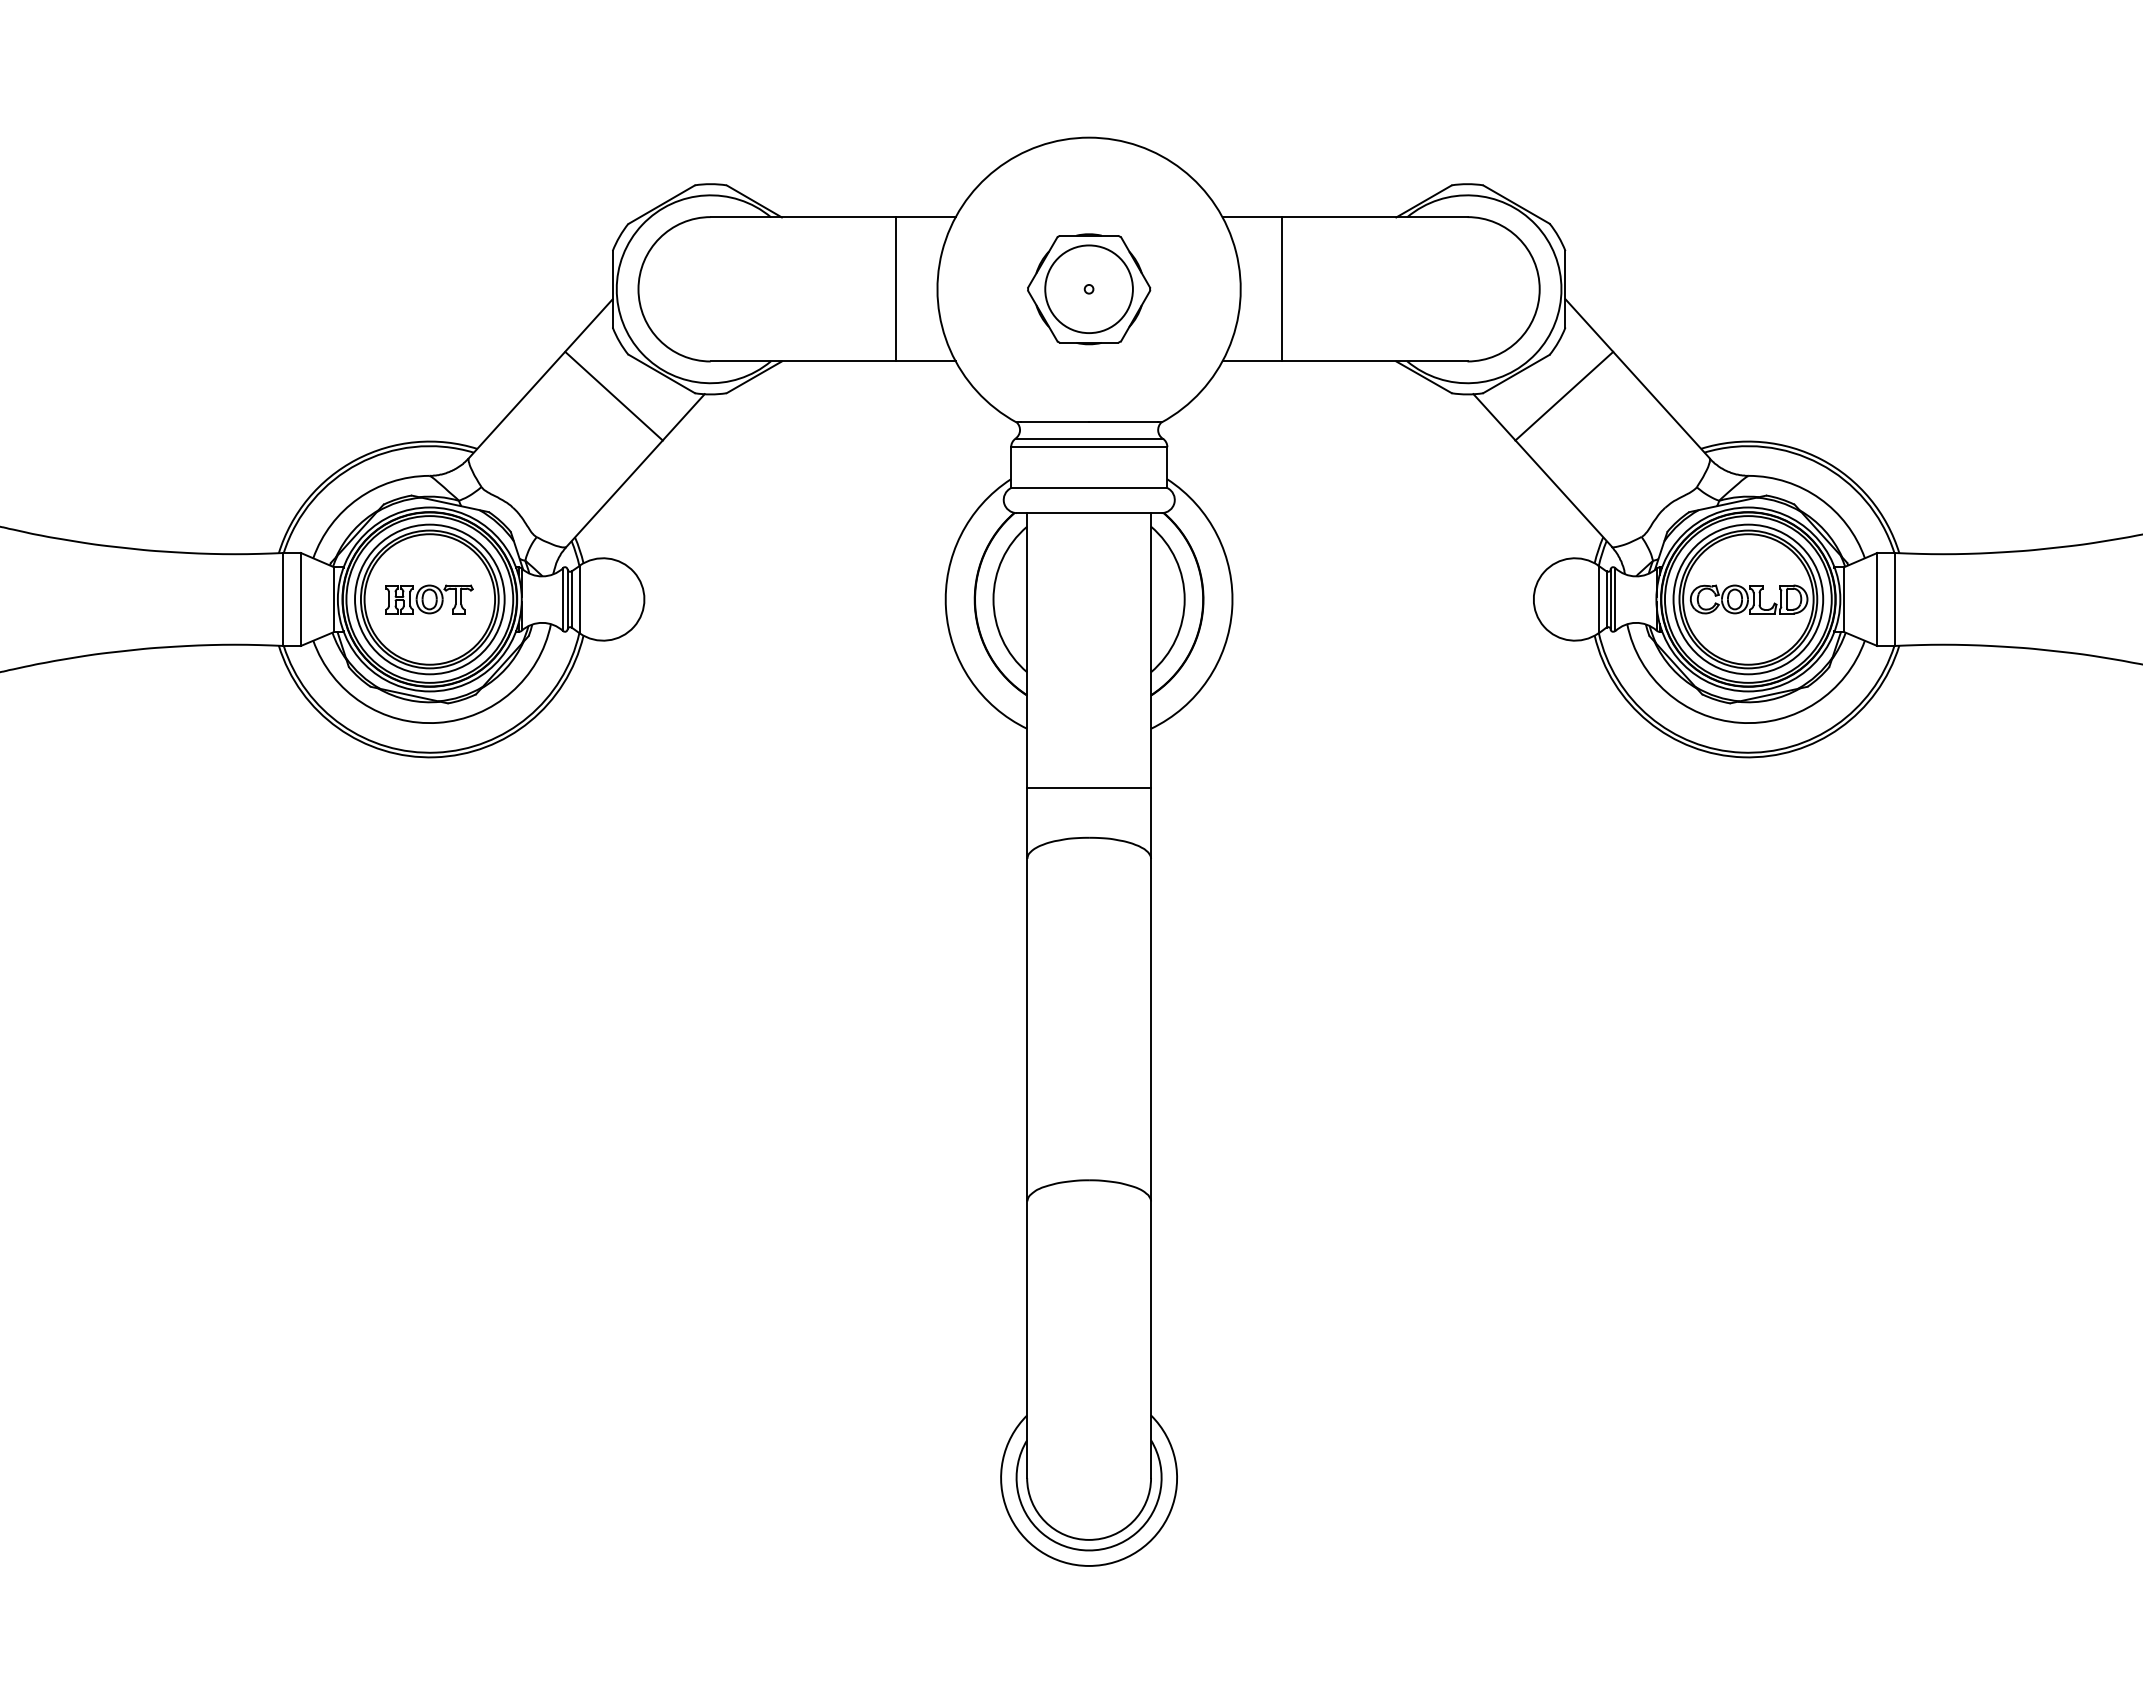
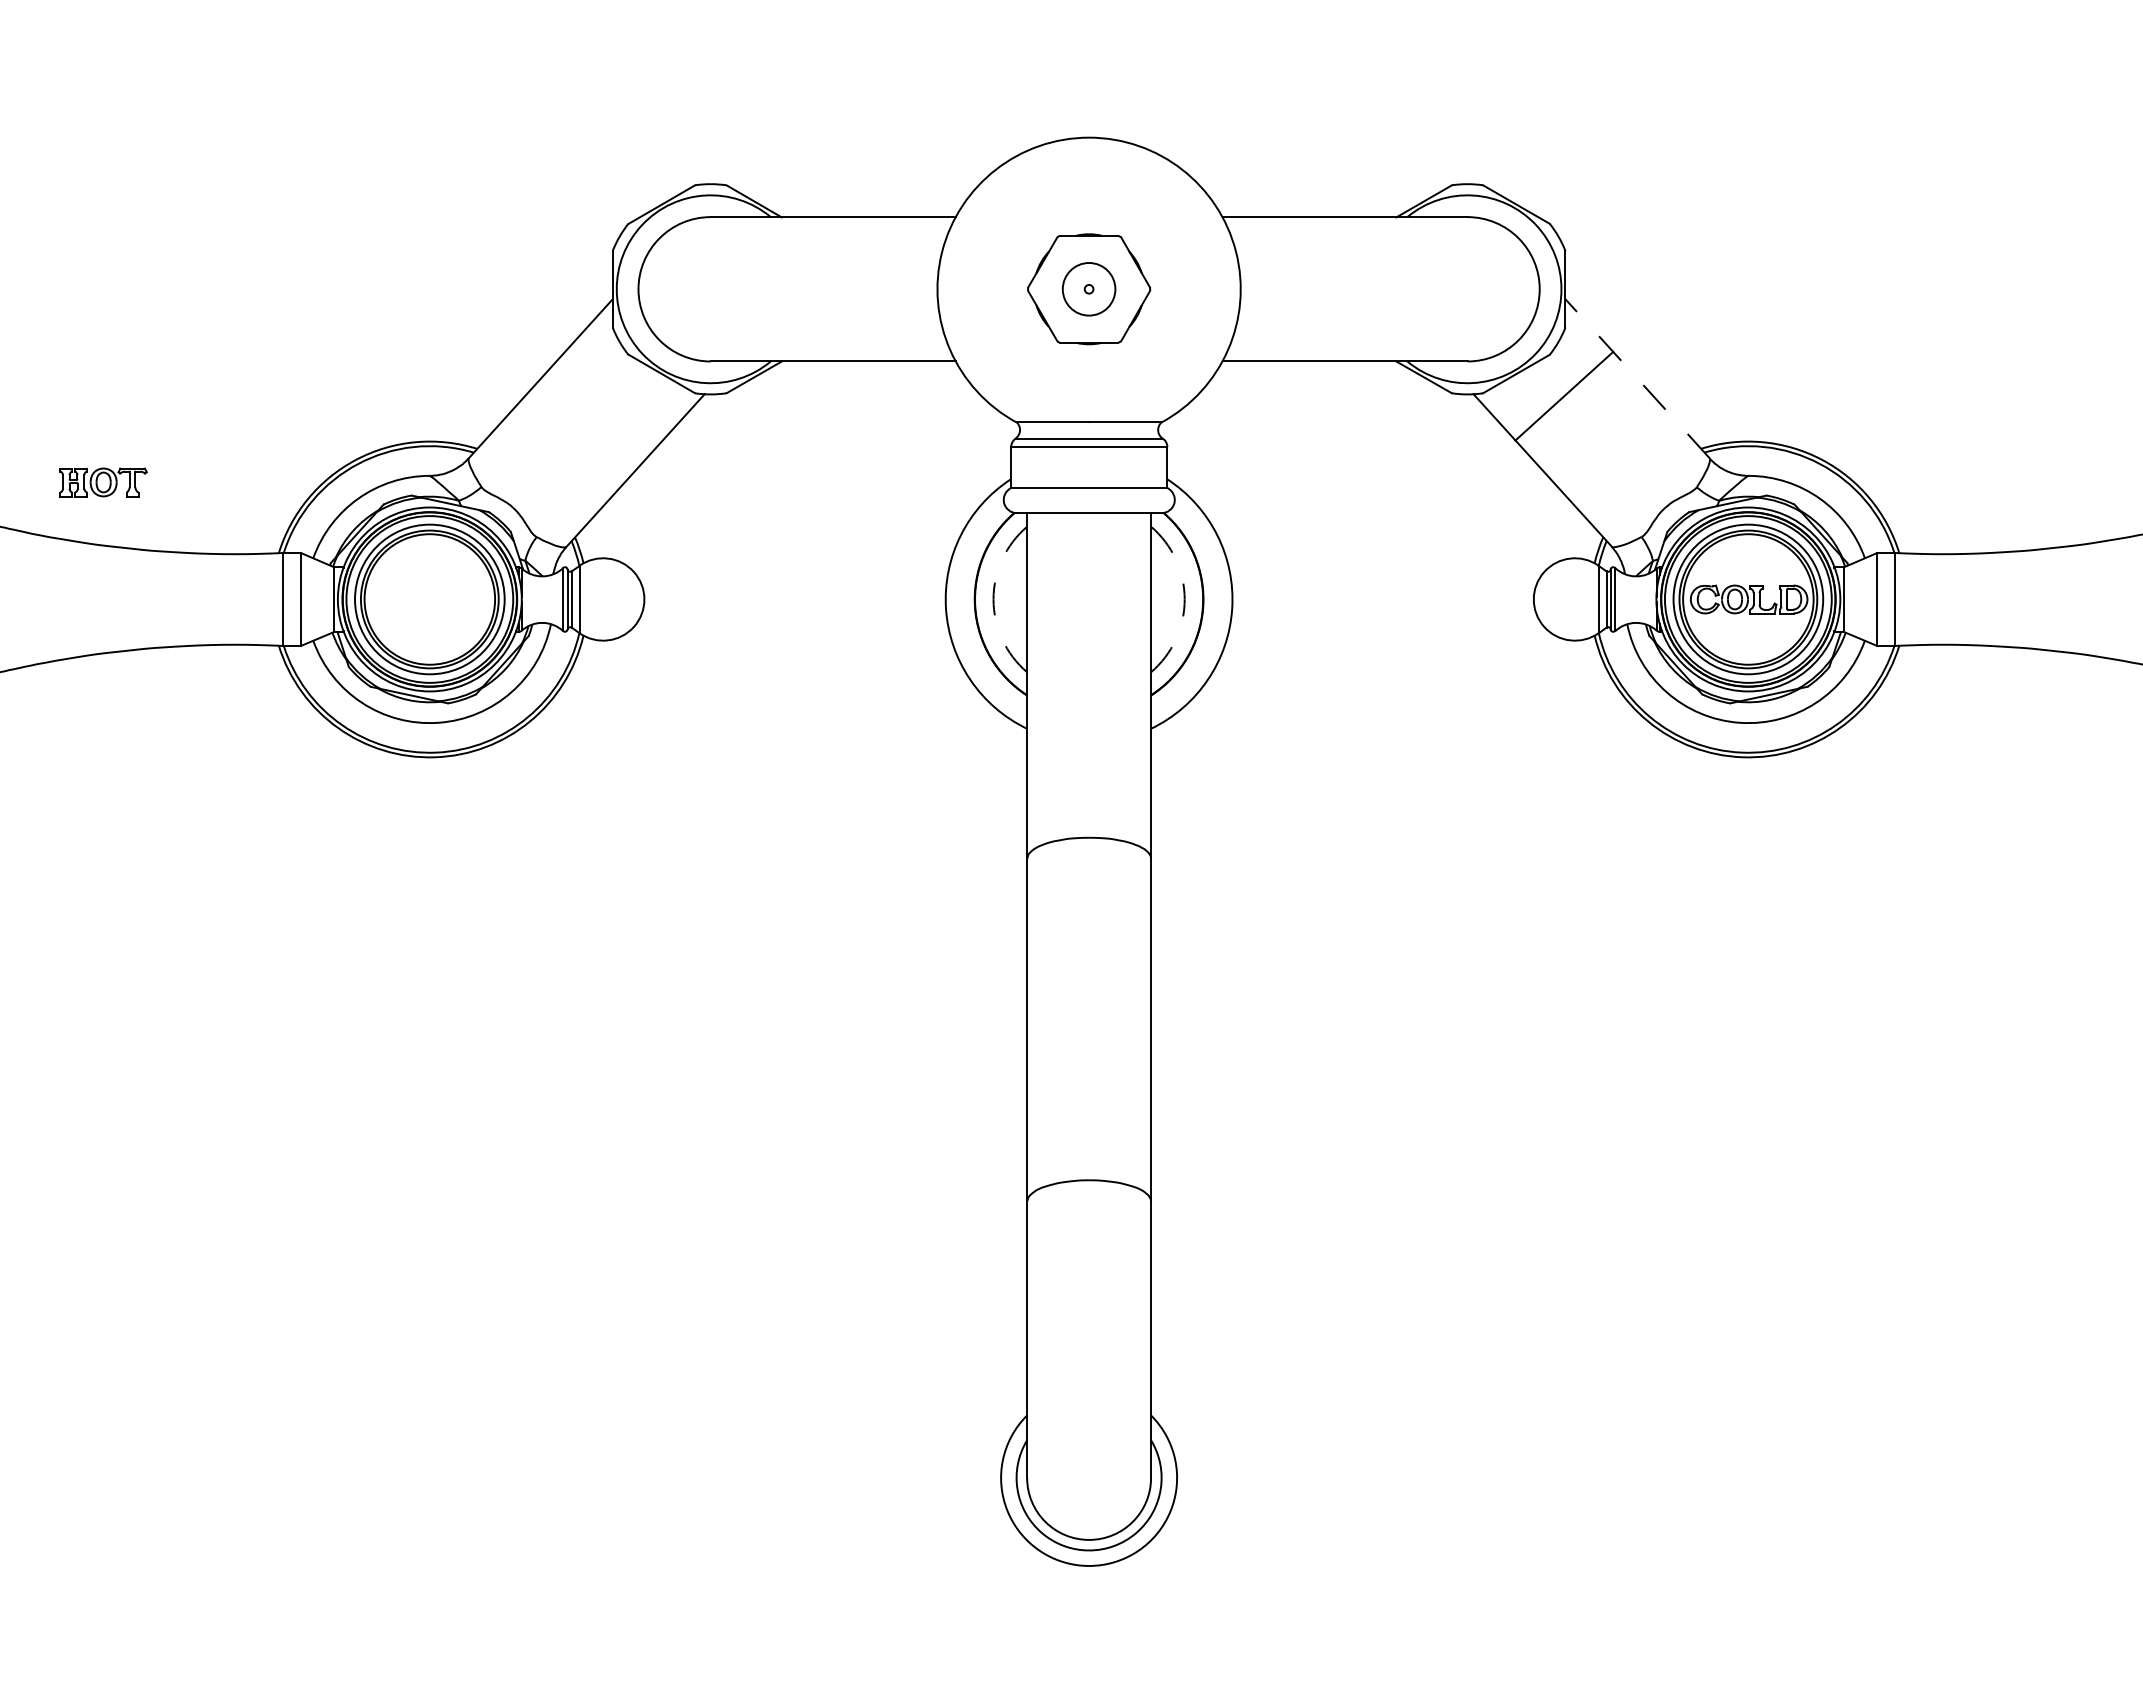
line at (896, 289): present -> none
circle at (1088, 289) diameter: 88 px -> 53 px
line at (1281, 289): present -> none
line at (1637, 378): solid -> dashed
line at (613, 395): present -> none
part at (429, 599) position: (429, 599) -> (103, 482)
arc at (993, 599): solid -> dashed
arc at (1184, 599): solid -> dashed
line at (1089, 788): present -> none
